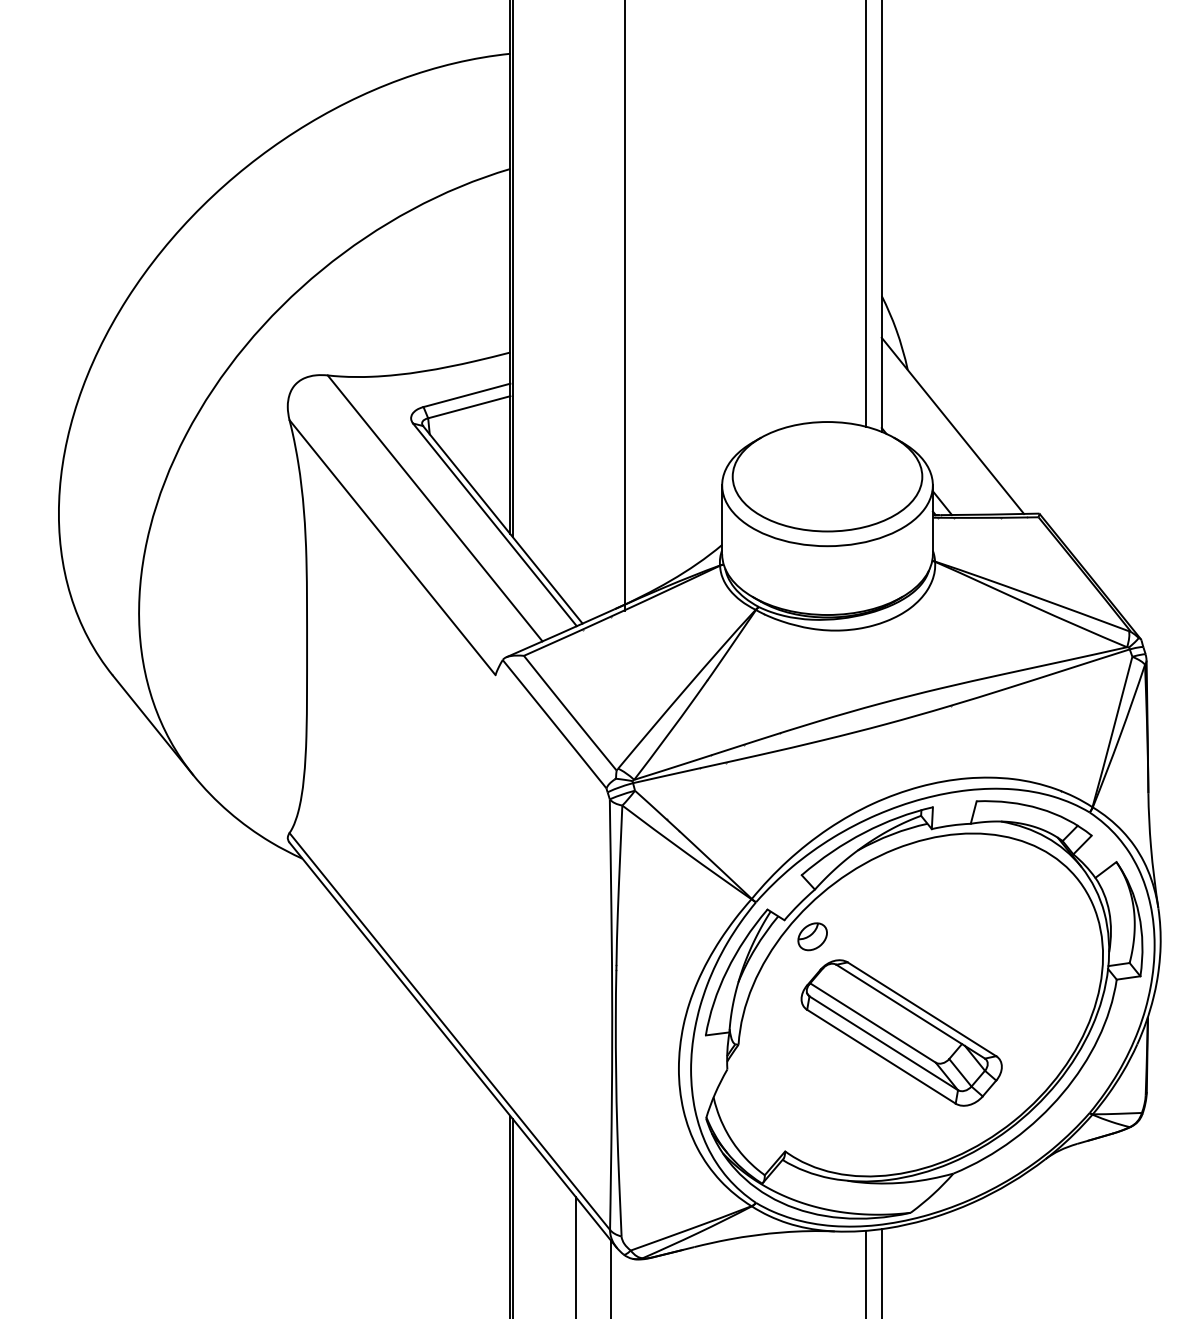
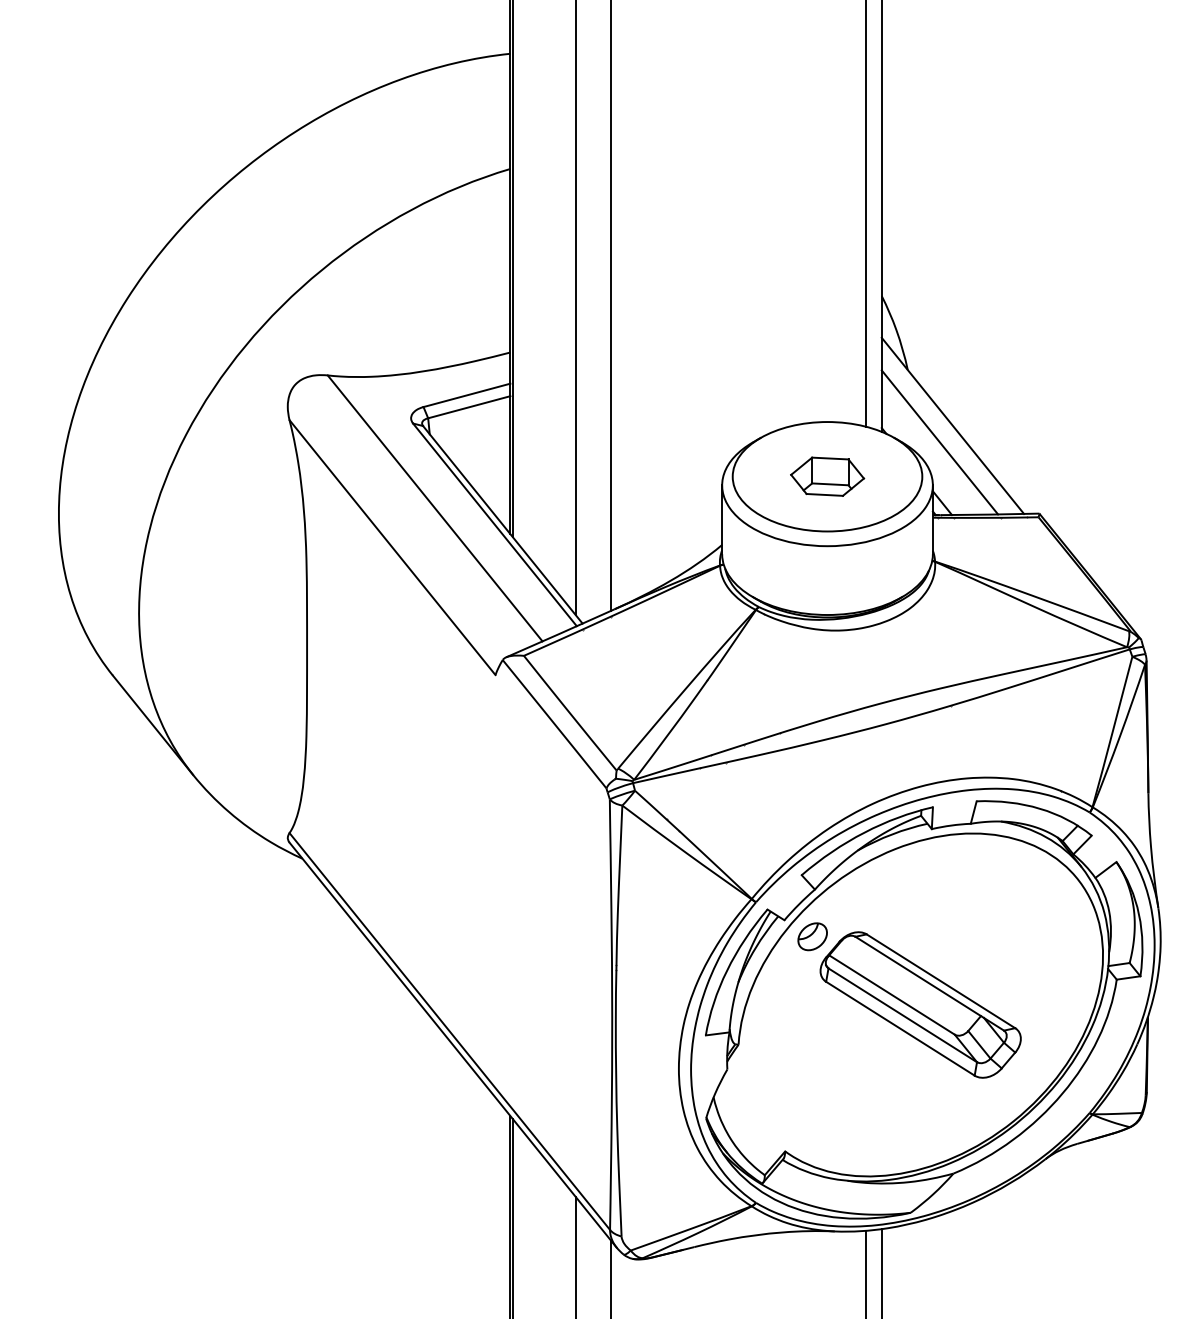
line at (625, 306) position: (625, 306) -> (611, 306)
line at (575, 308): none -> present
line at (939, 442): none -> present
part at (827, 476): none -> present
part at (901, 1032) position: (901, 1032) -> (920, 1004)
